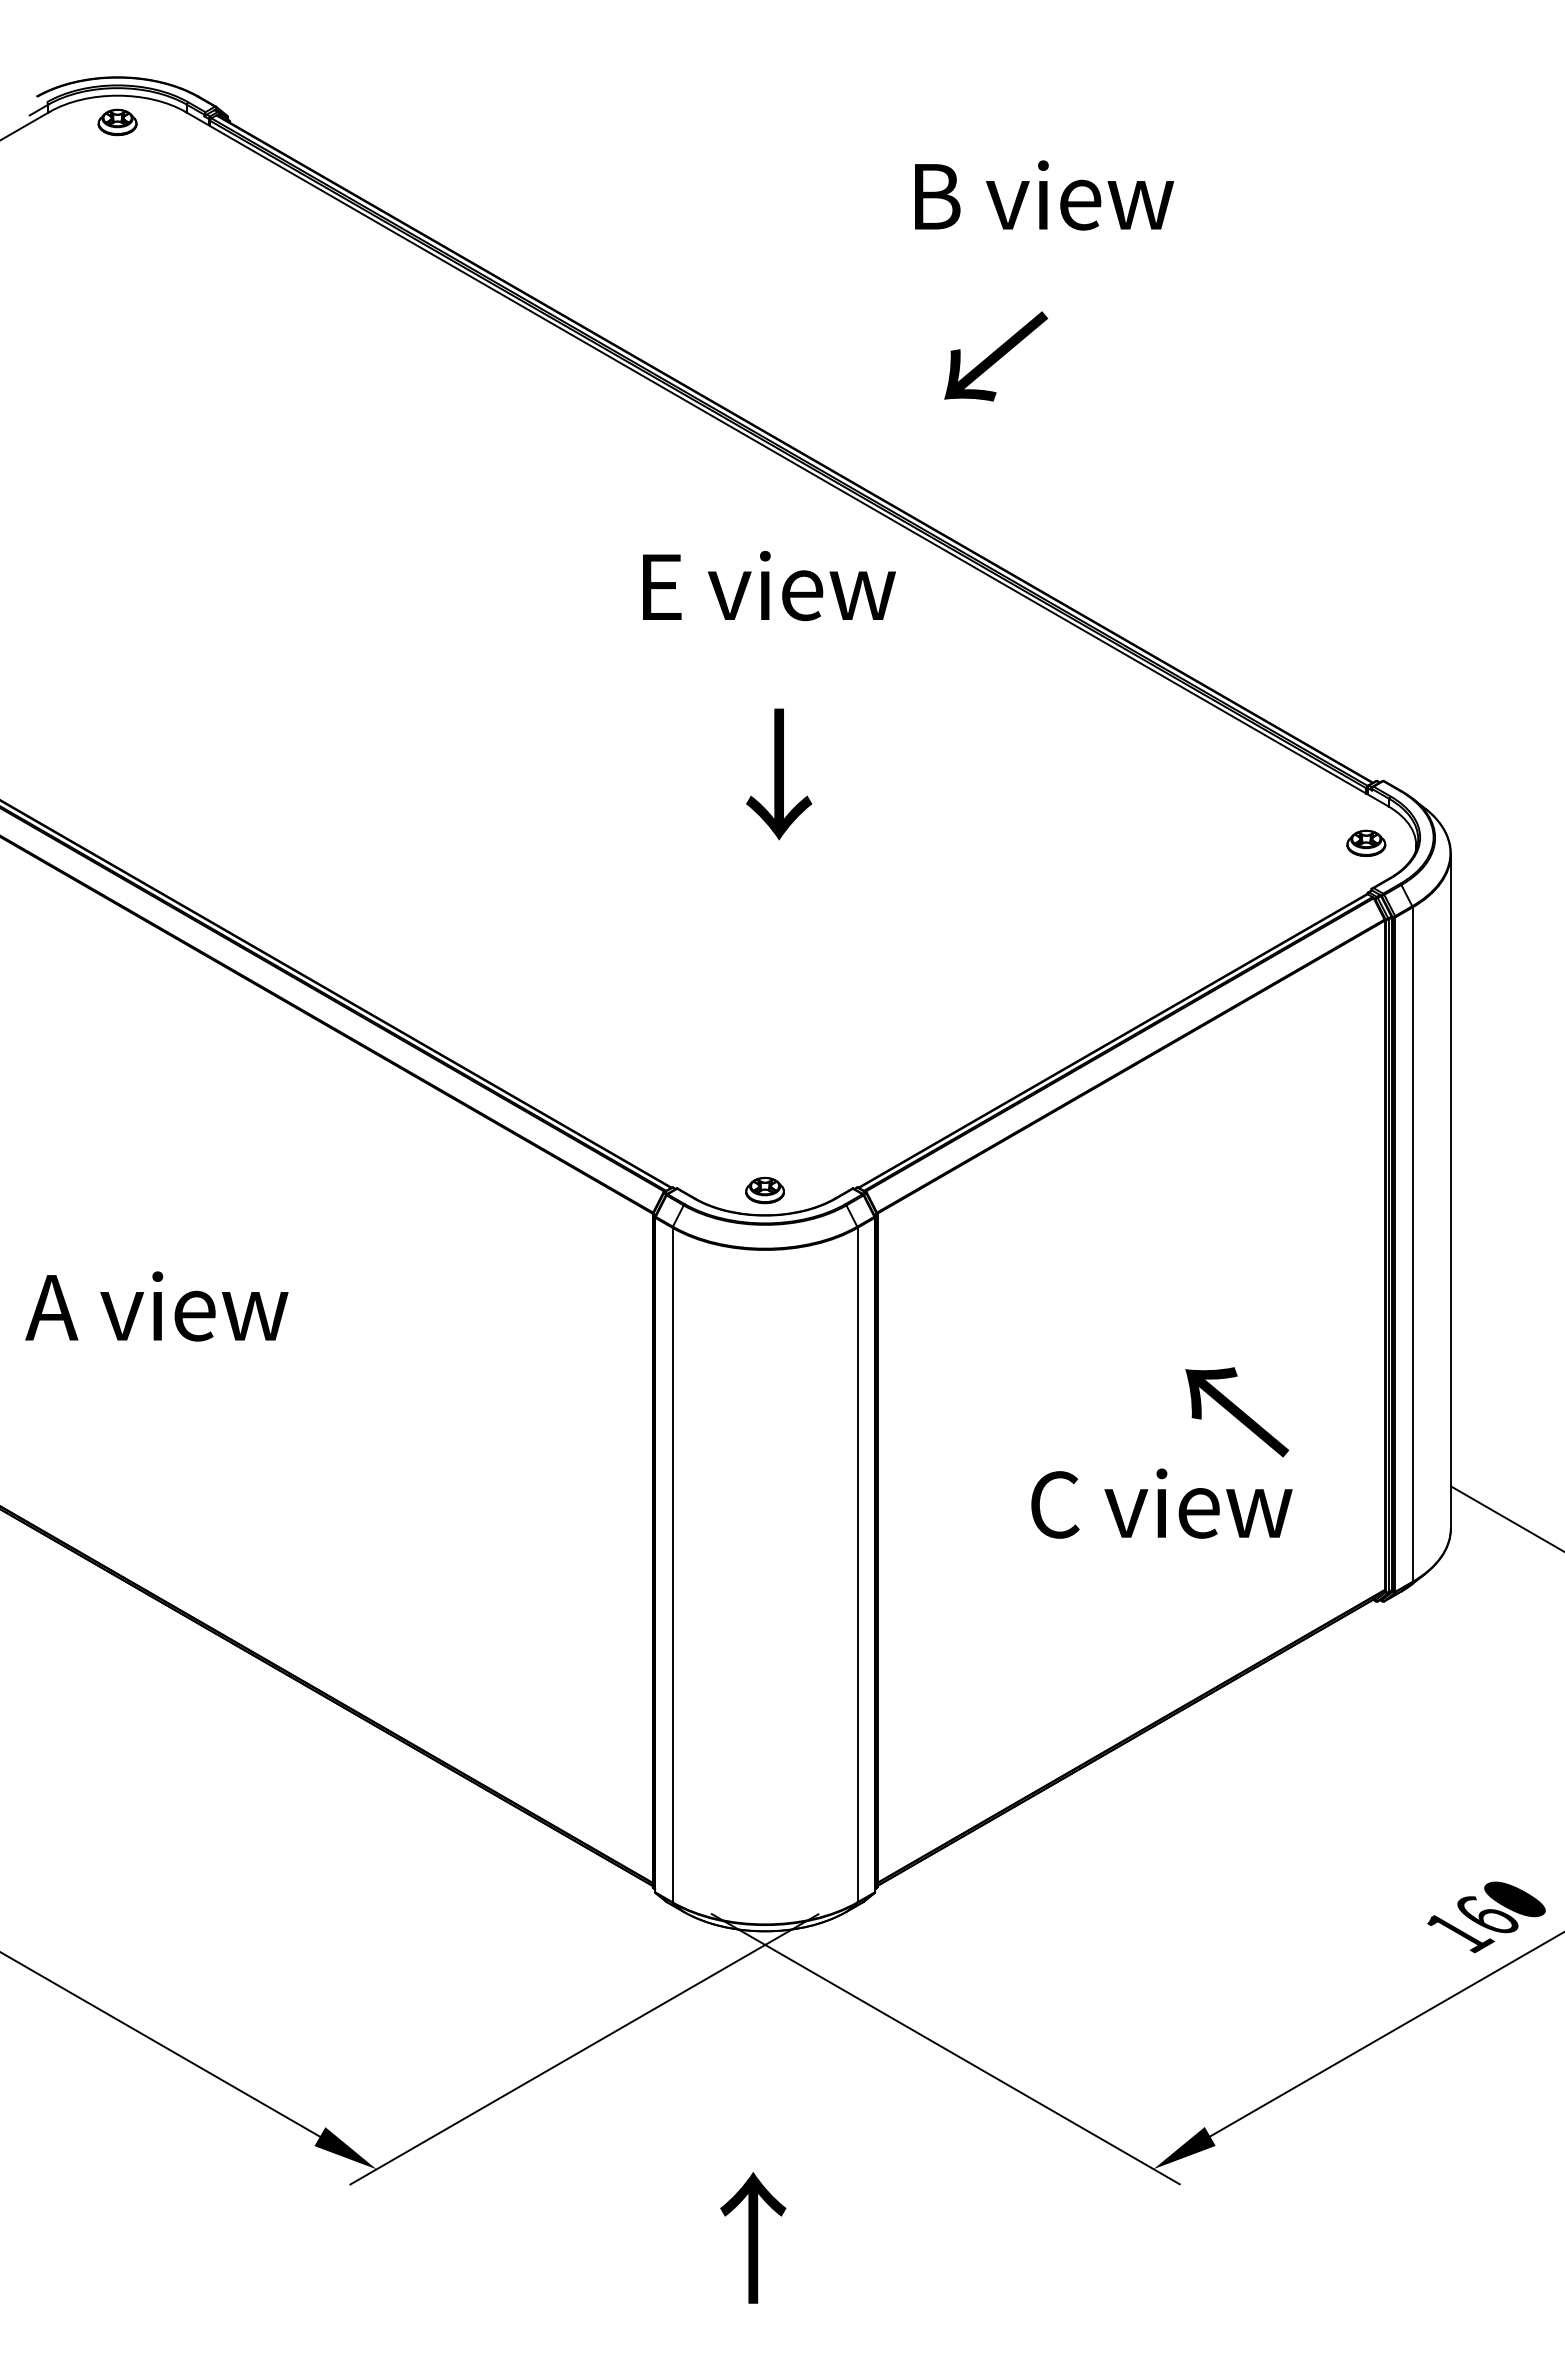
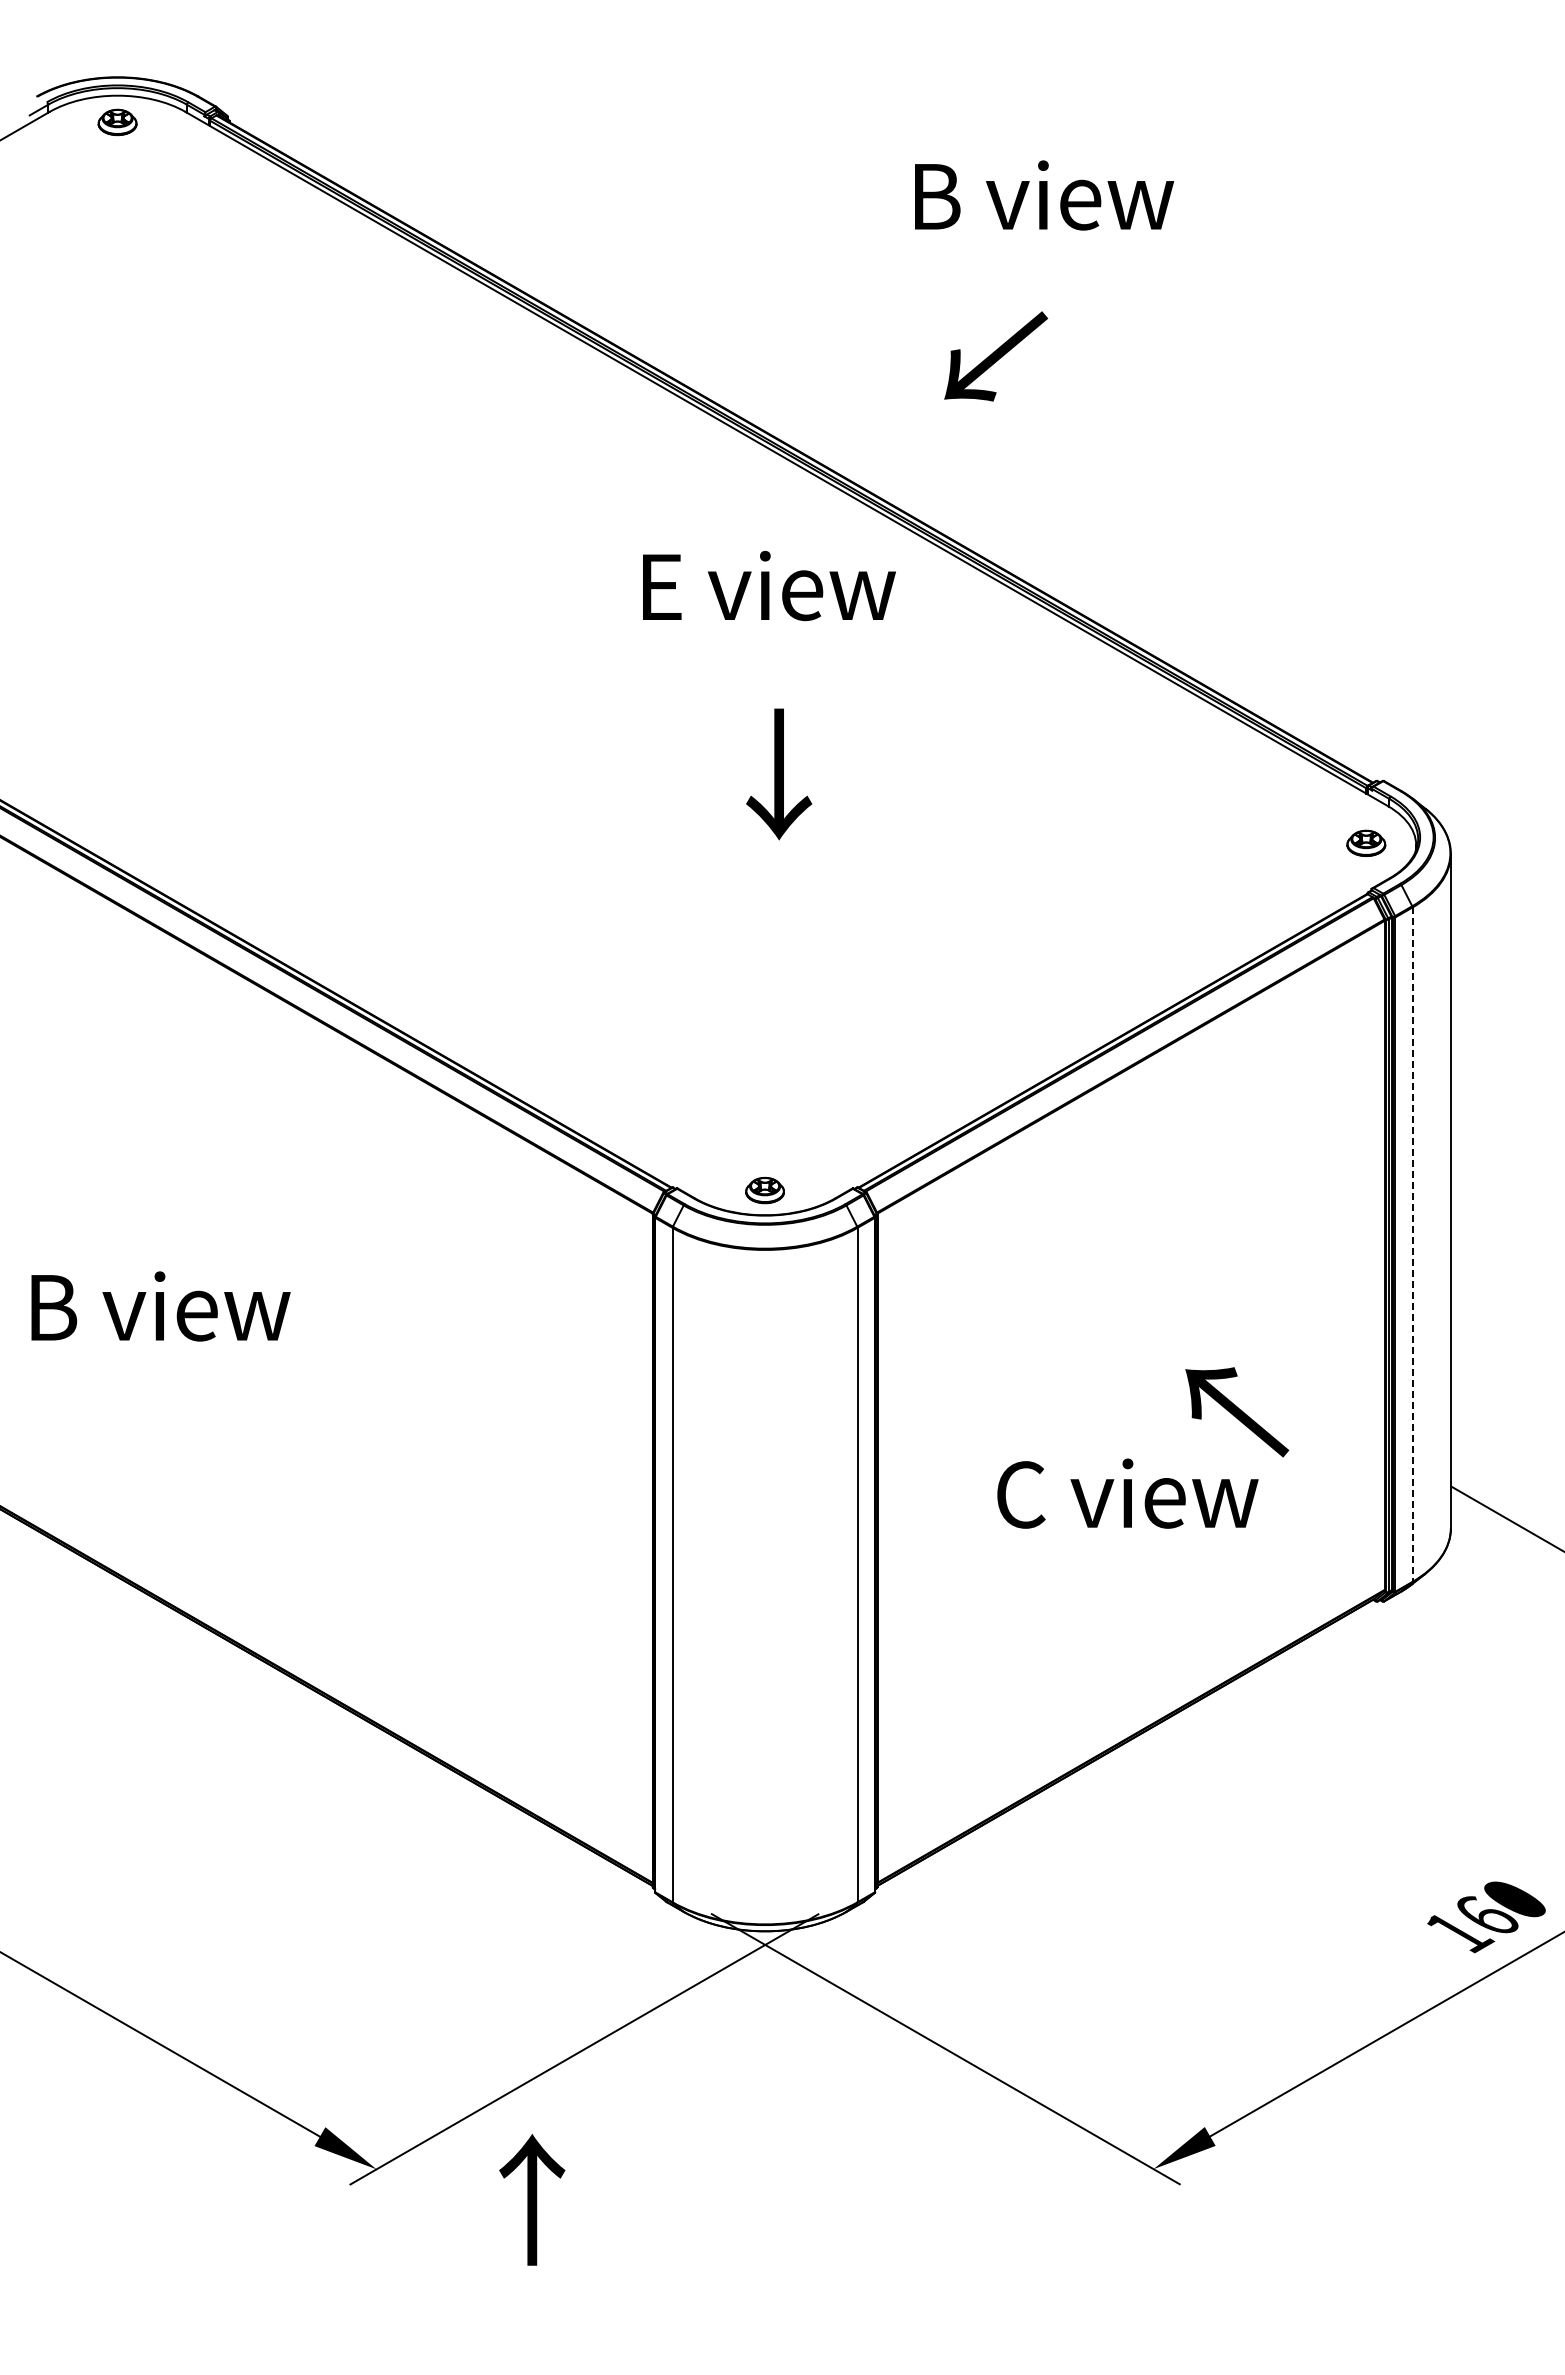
line at (1412, 1245): solid -> dashed
text at (157, 1306): A view -> B view
text at (1161, 1503) position: (1161, 1503) -> (1127, 1493)
text at (753, 2237) position: (753, 2237) -> (532, 2199)
